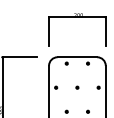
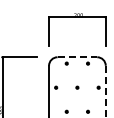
line at (77, 57): solid -> dashed
line at (105, 91): solid -> dashed
